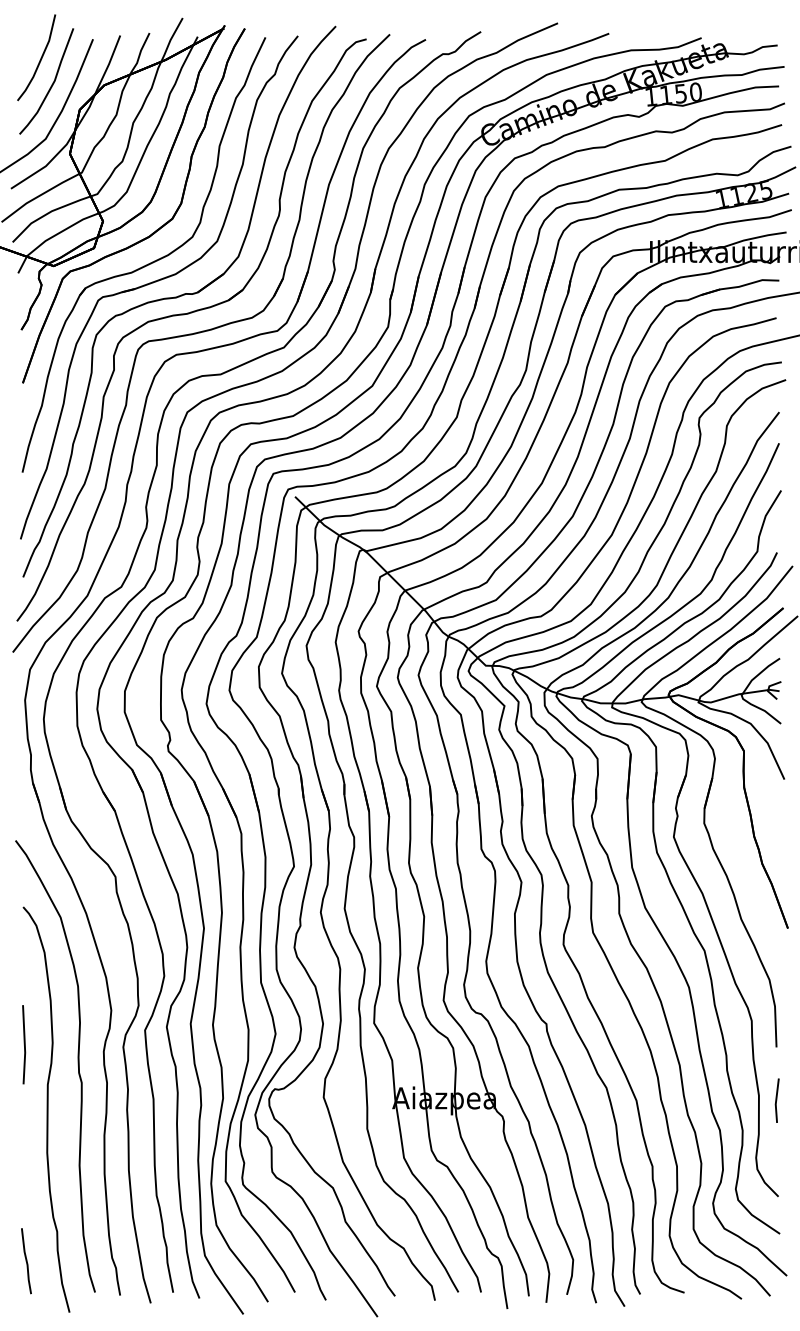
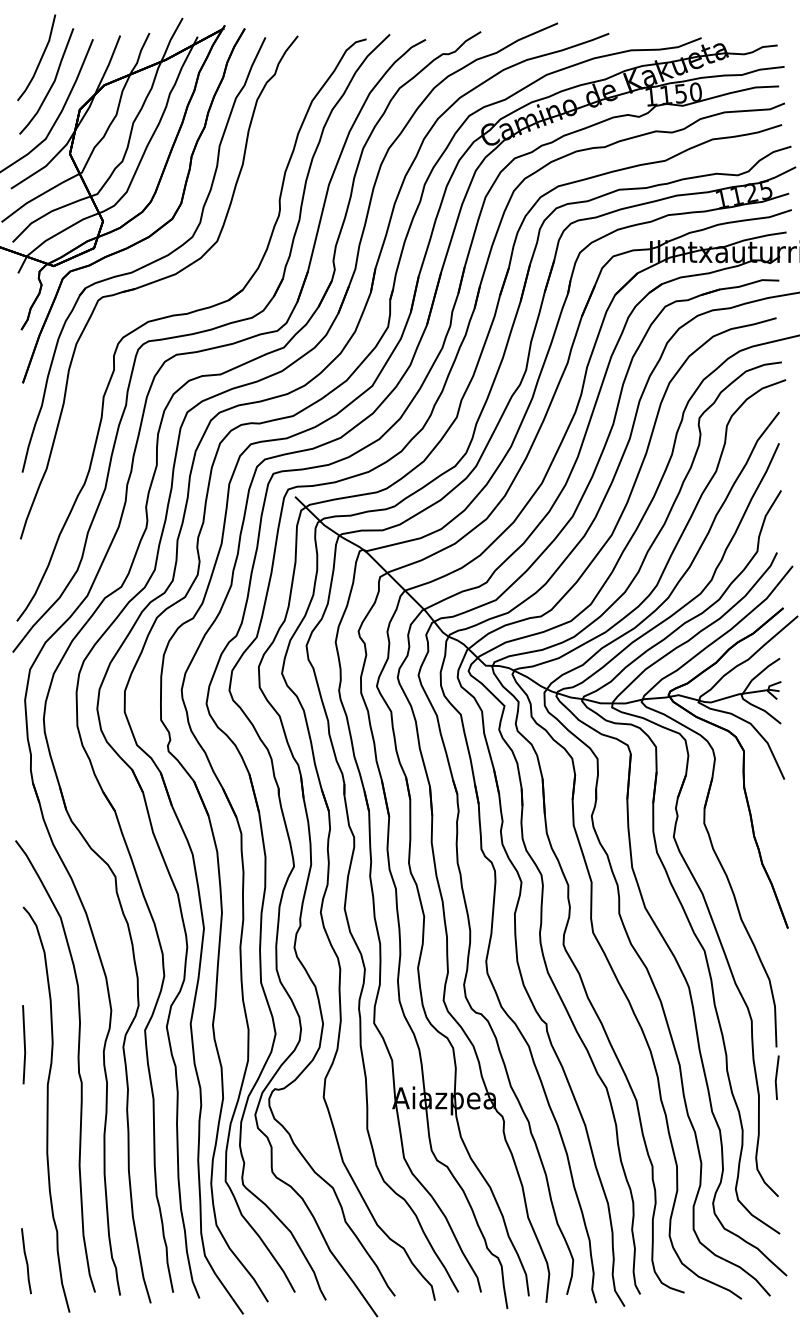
part at (179, 301): present -> none
line at (776, 1100) position: (776, 1100) -> (776, 1077)
